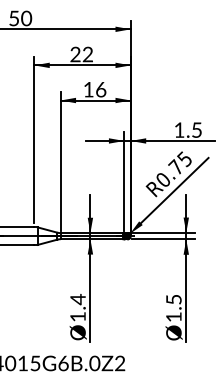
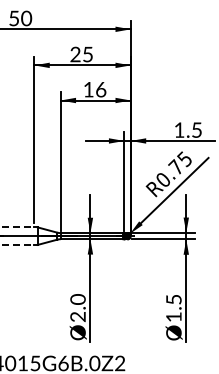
text at (87, 54): 22 -> 25
line at (17, 227): solid -> dashed
line at (17, 244): solid -> dashed
text at (77, 308): 1.4 -> 2.0
